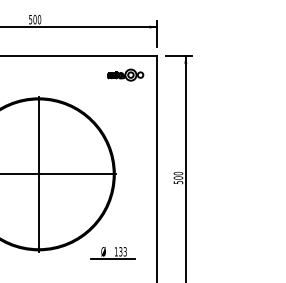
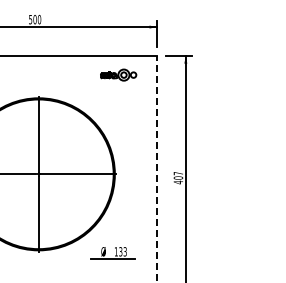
part at (125, 74) position: (125, 74) -> (118, 74)
line at (156, 168): solid -> dashed
text at (178, 177): 500 -> 407
